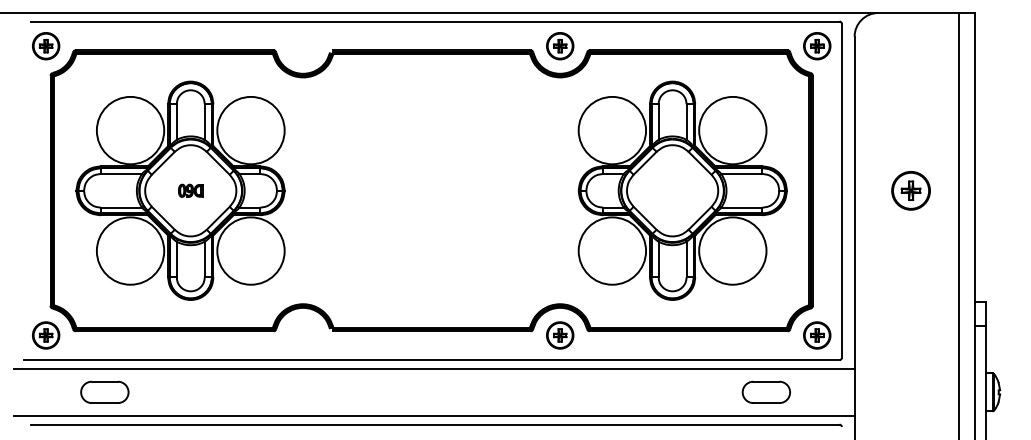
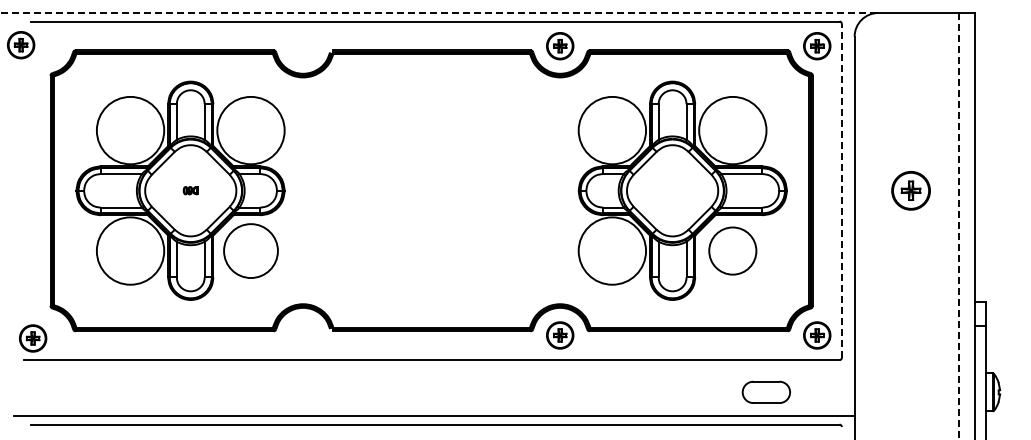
line at (439, 13): solid -> dashed
part at (46, 46) position: (46, 46) -> (21, 45)
part at (190, 190) size: 26x15 px -> 17x10 px
line at (841, 190): solid -> dashed
line at (958, 226): solid -> dashed
circle at (250, 250) diameter: 67 px -> 54 px
circle at (732, 250) diameter: 67 px -> 47 px
part at (46, 335) position: (46, 335) -> (33, 338)
line at (433, 368): present -> none
part at (104, 391): present -> none
